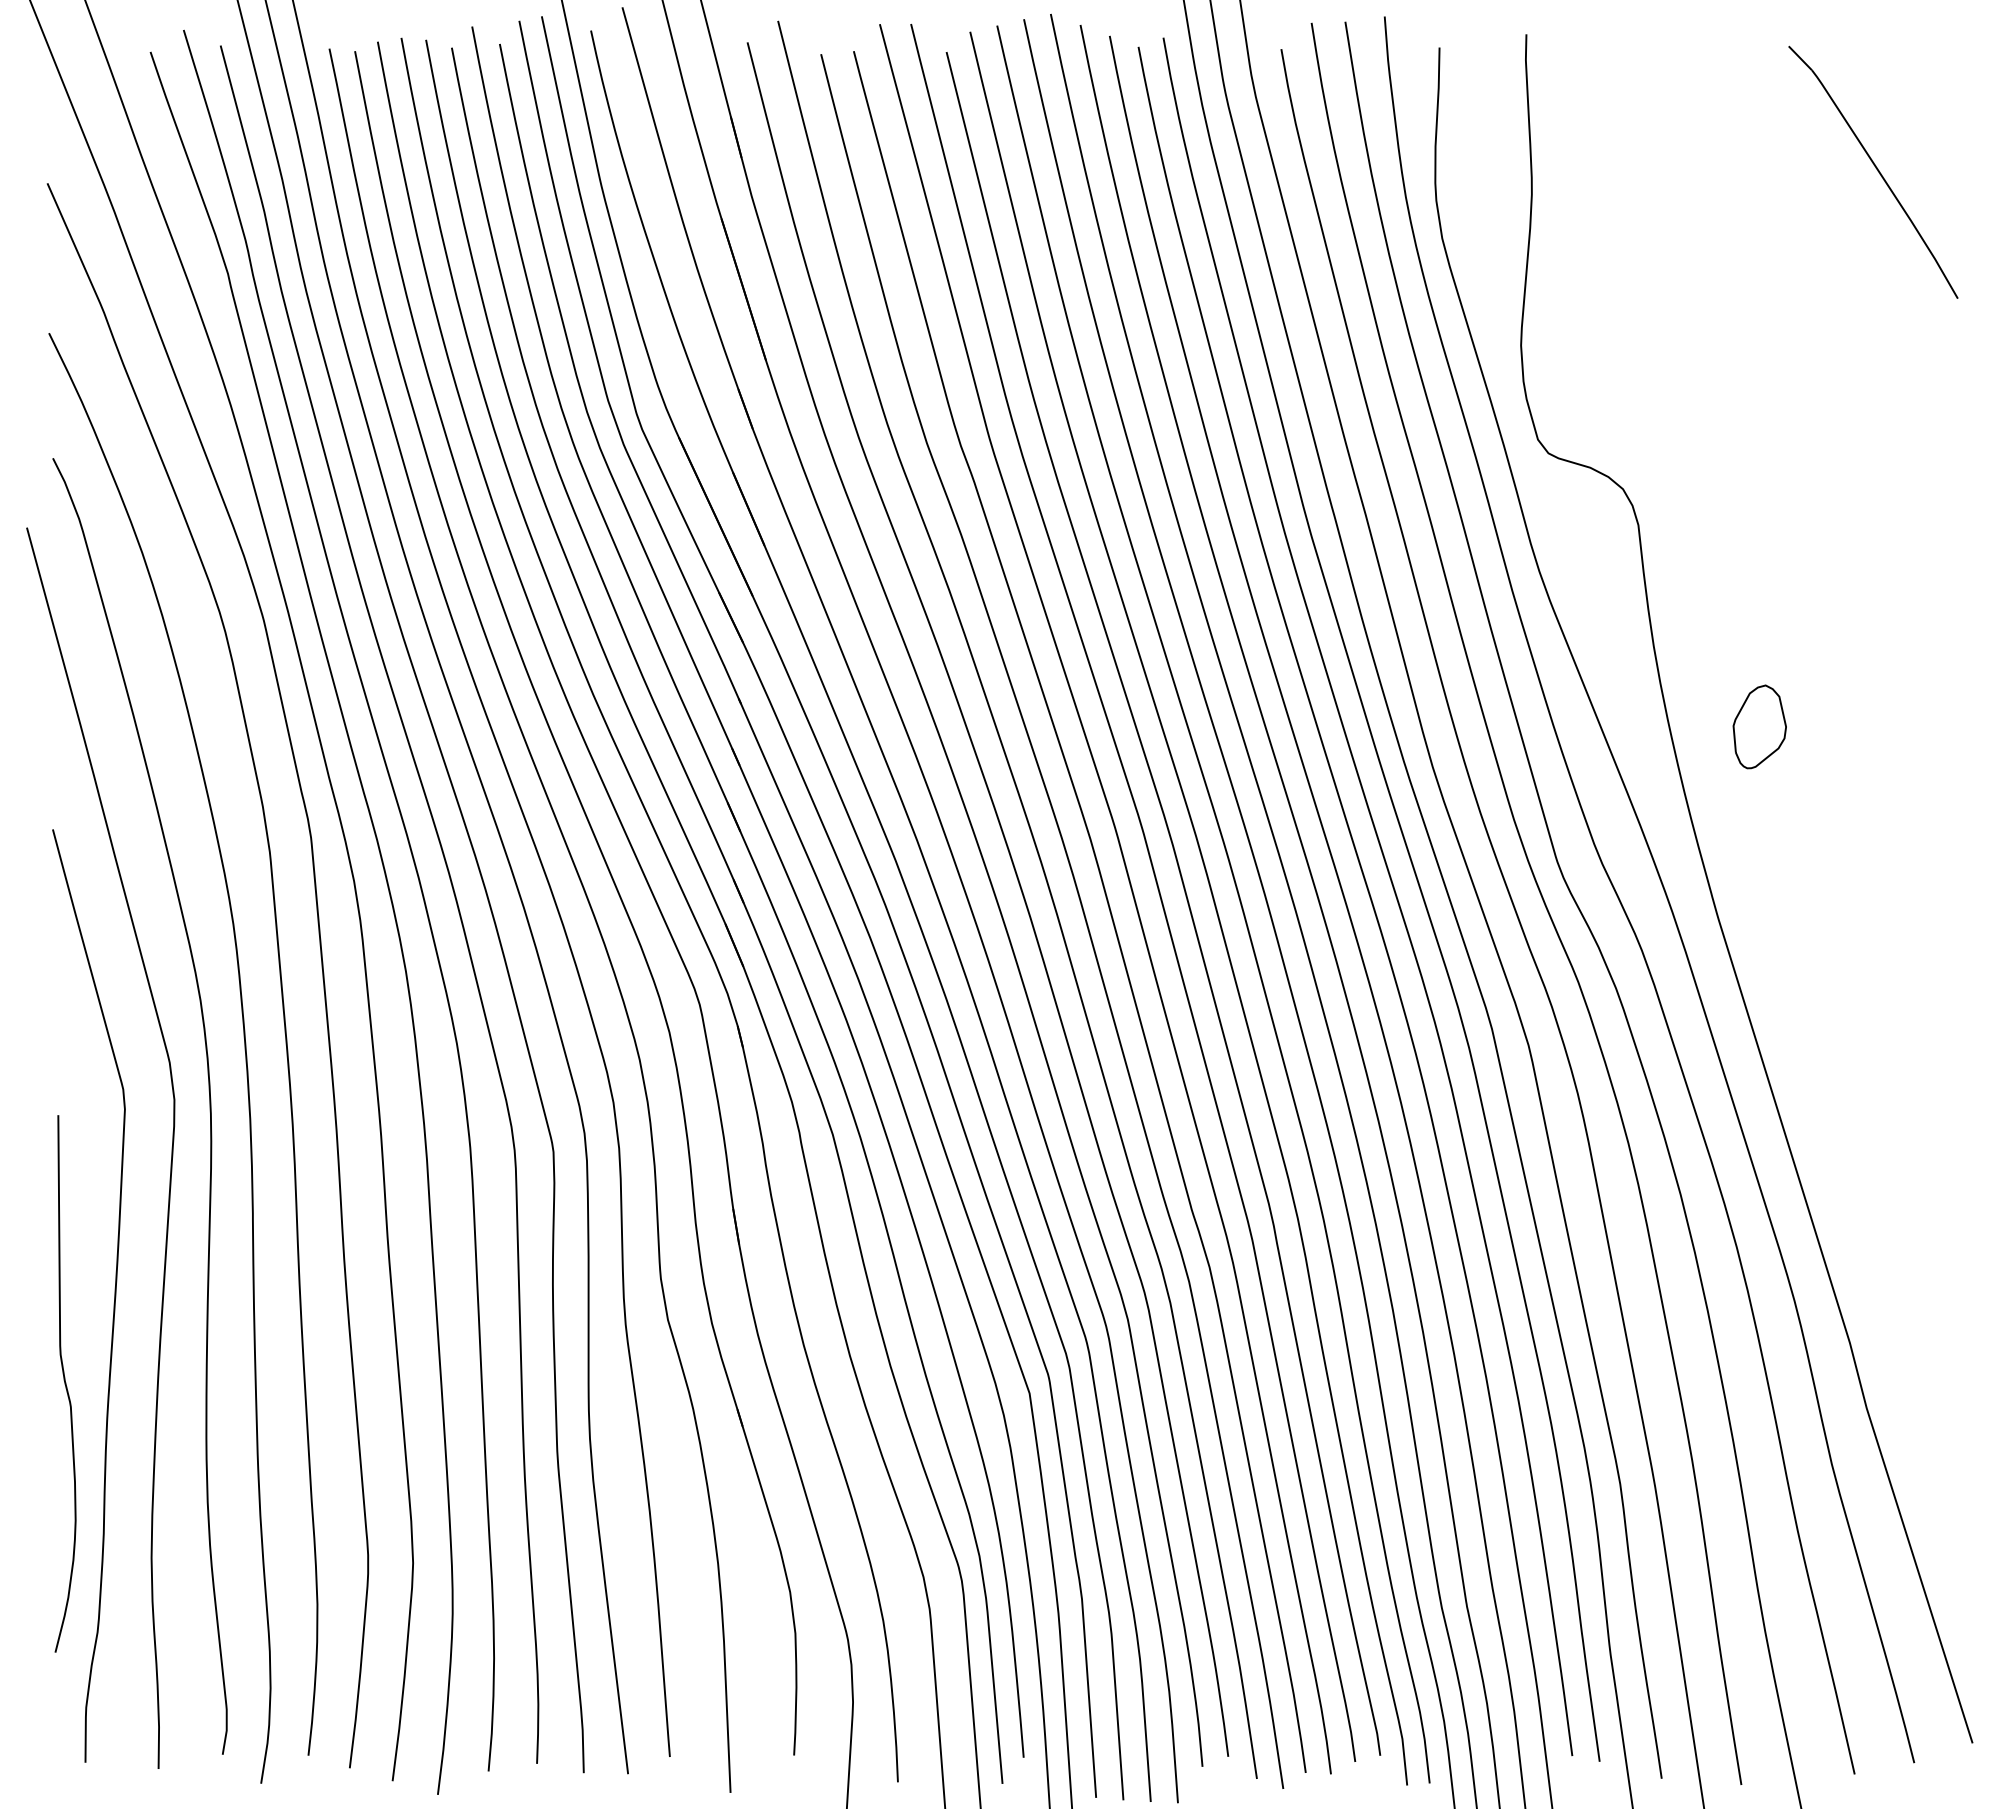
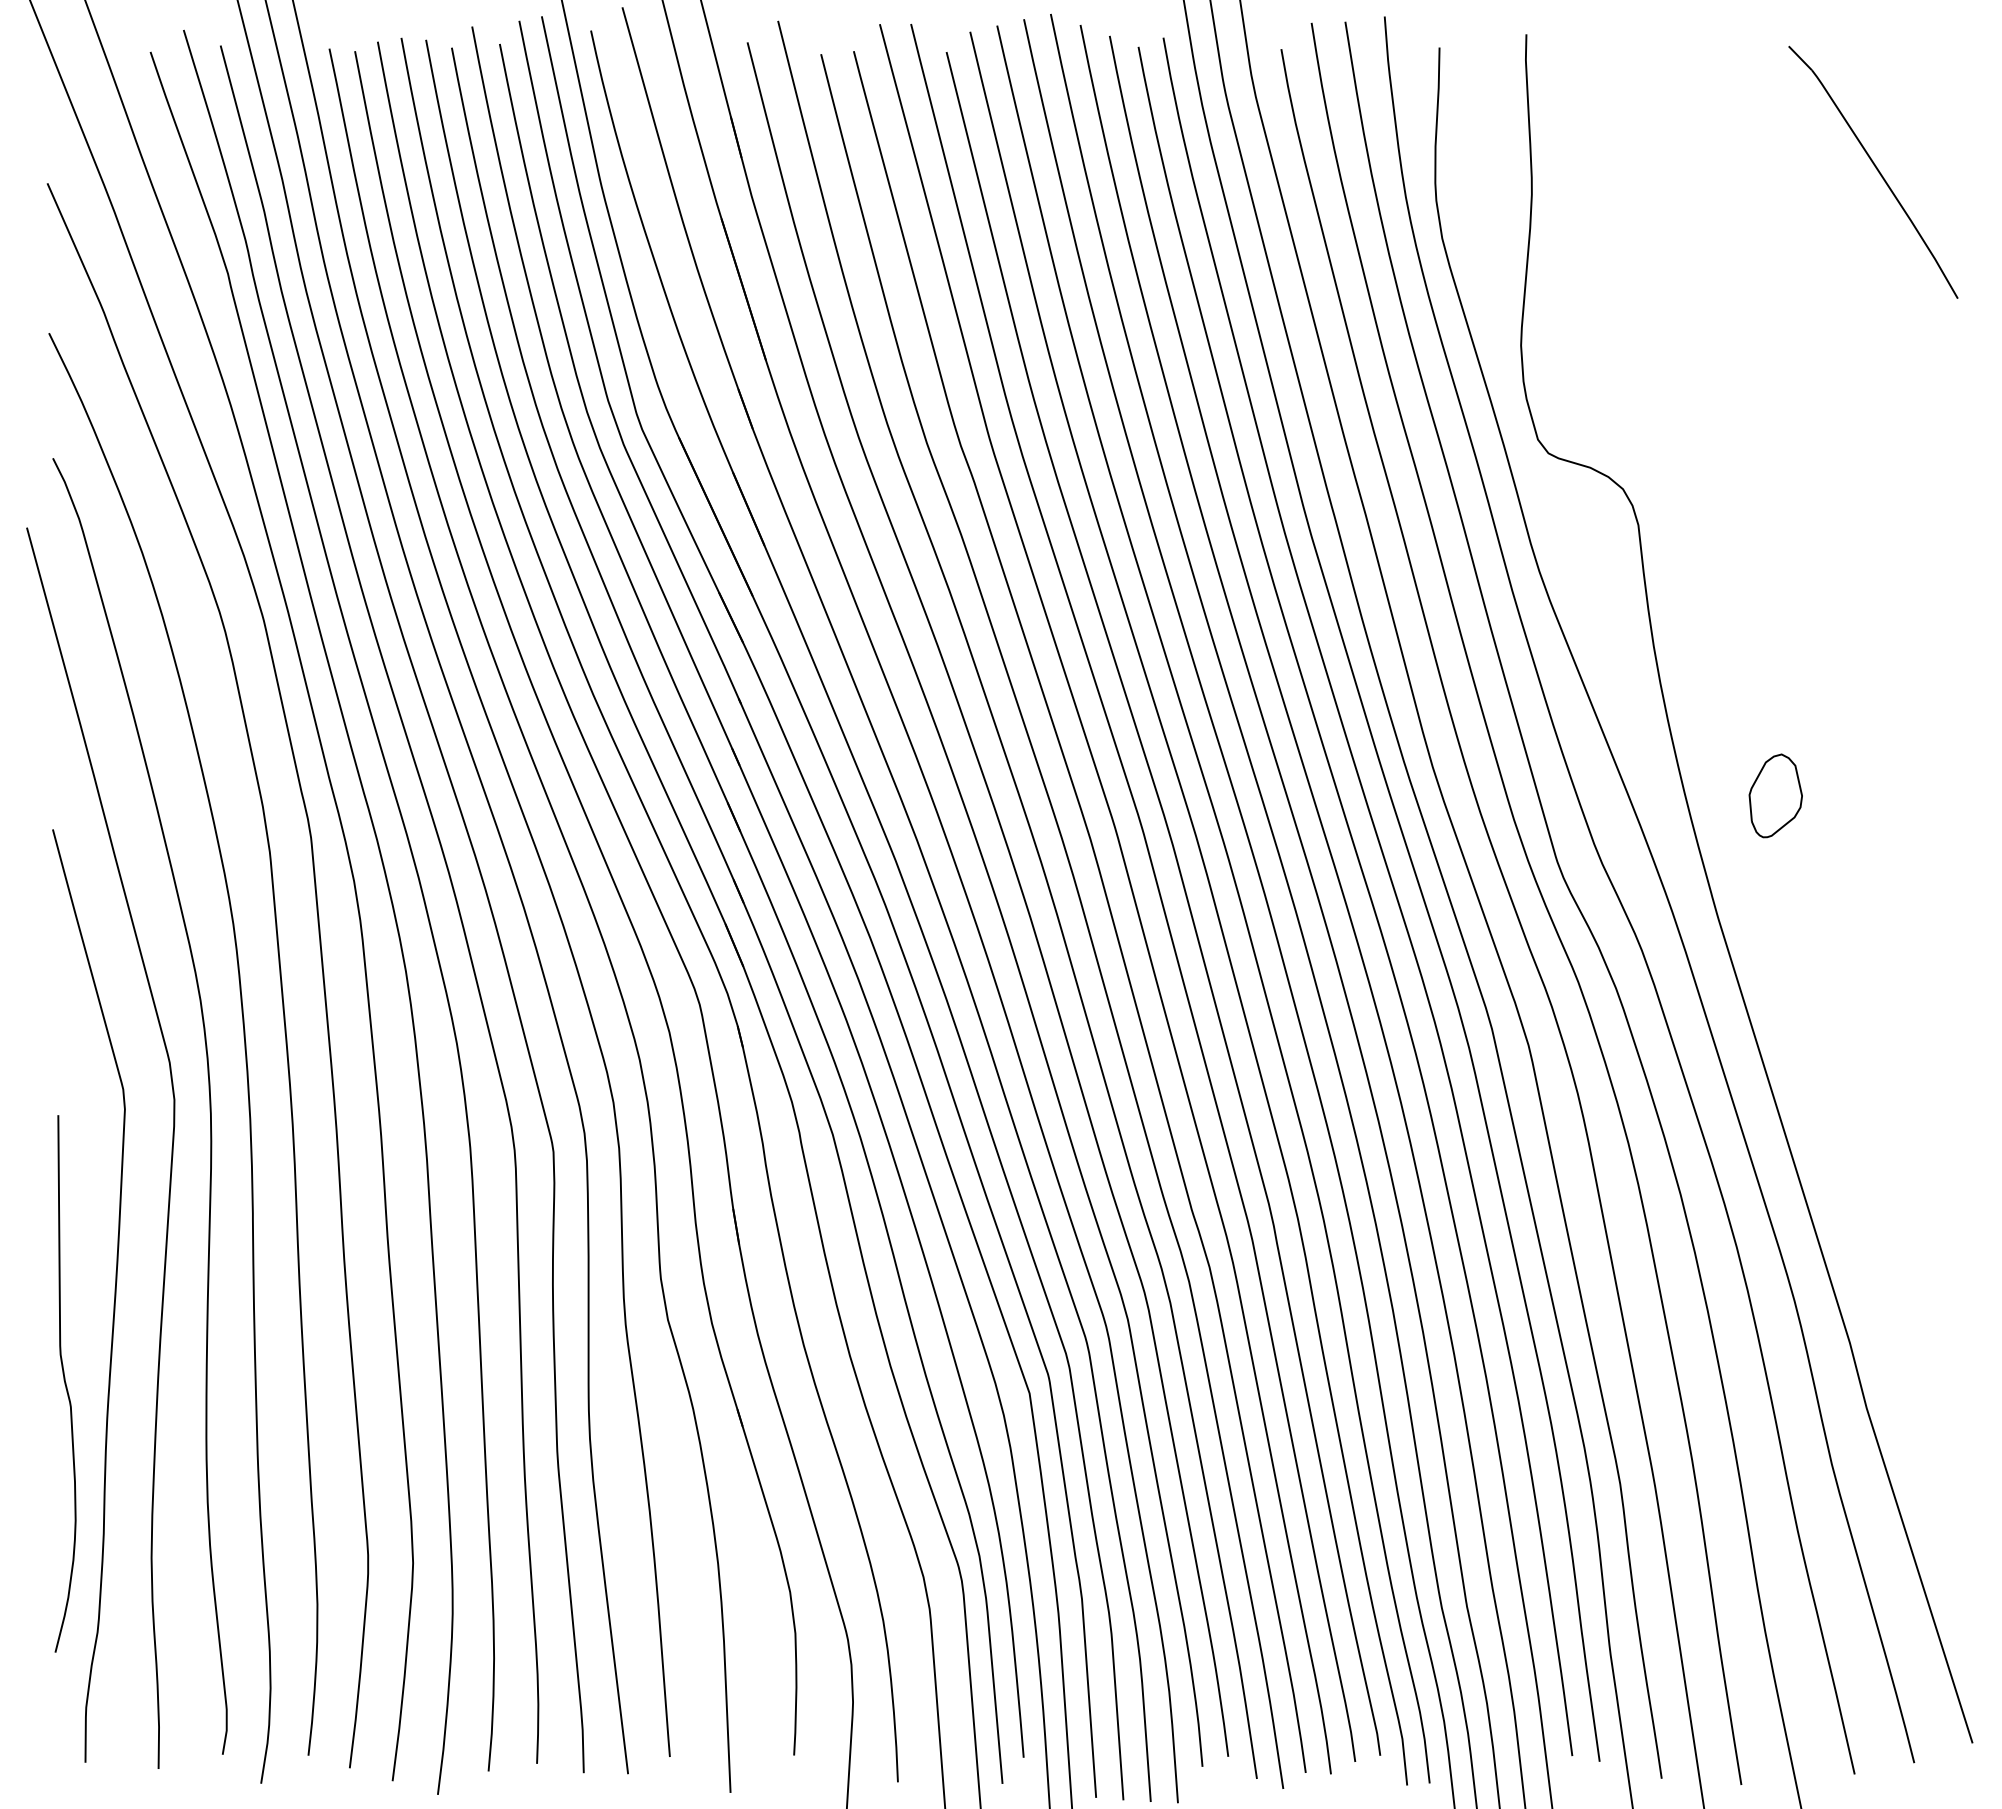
part at (1759, 726) position: (1759, 726) -> (1775, 795)
